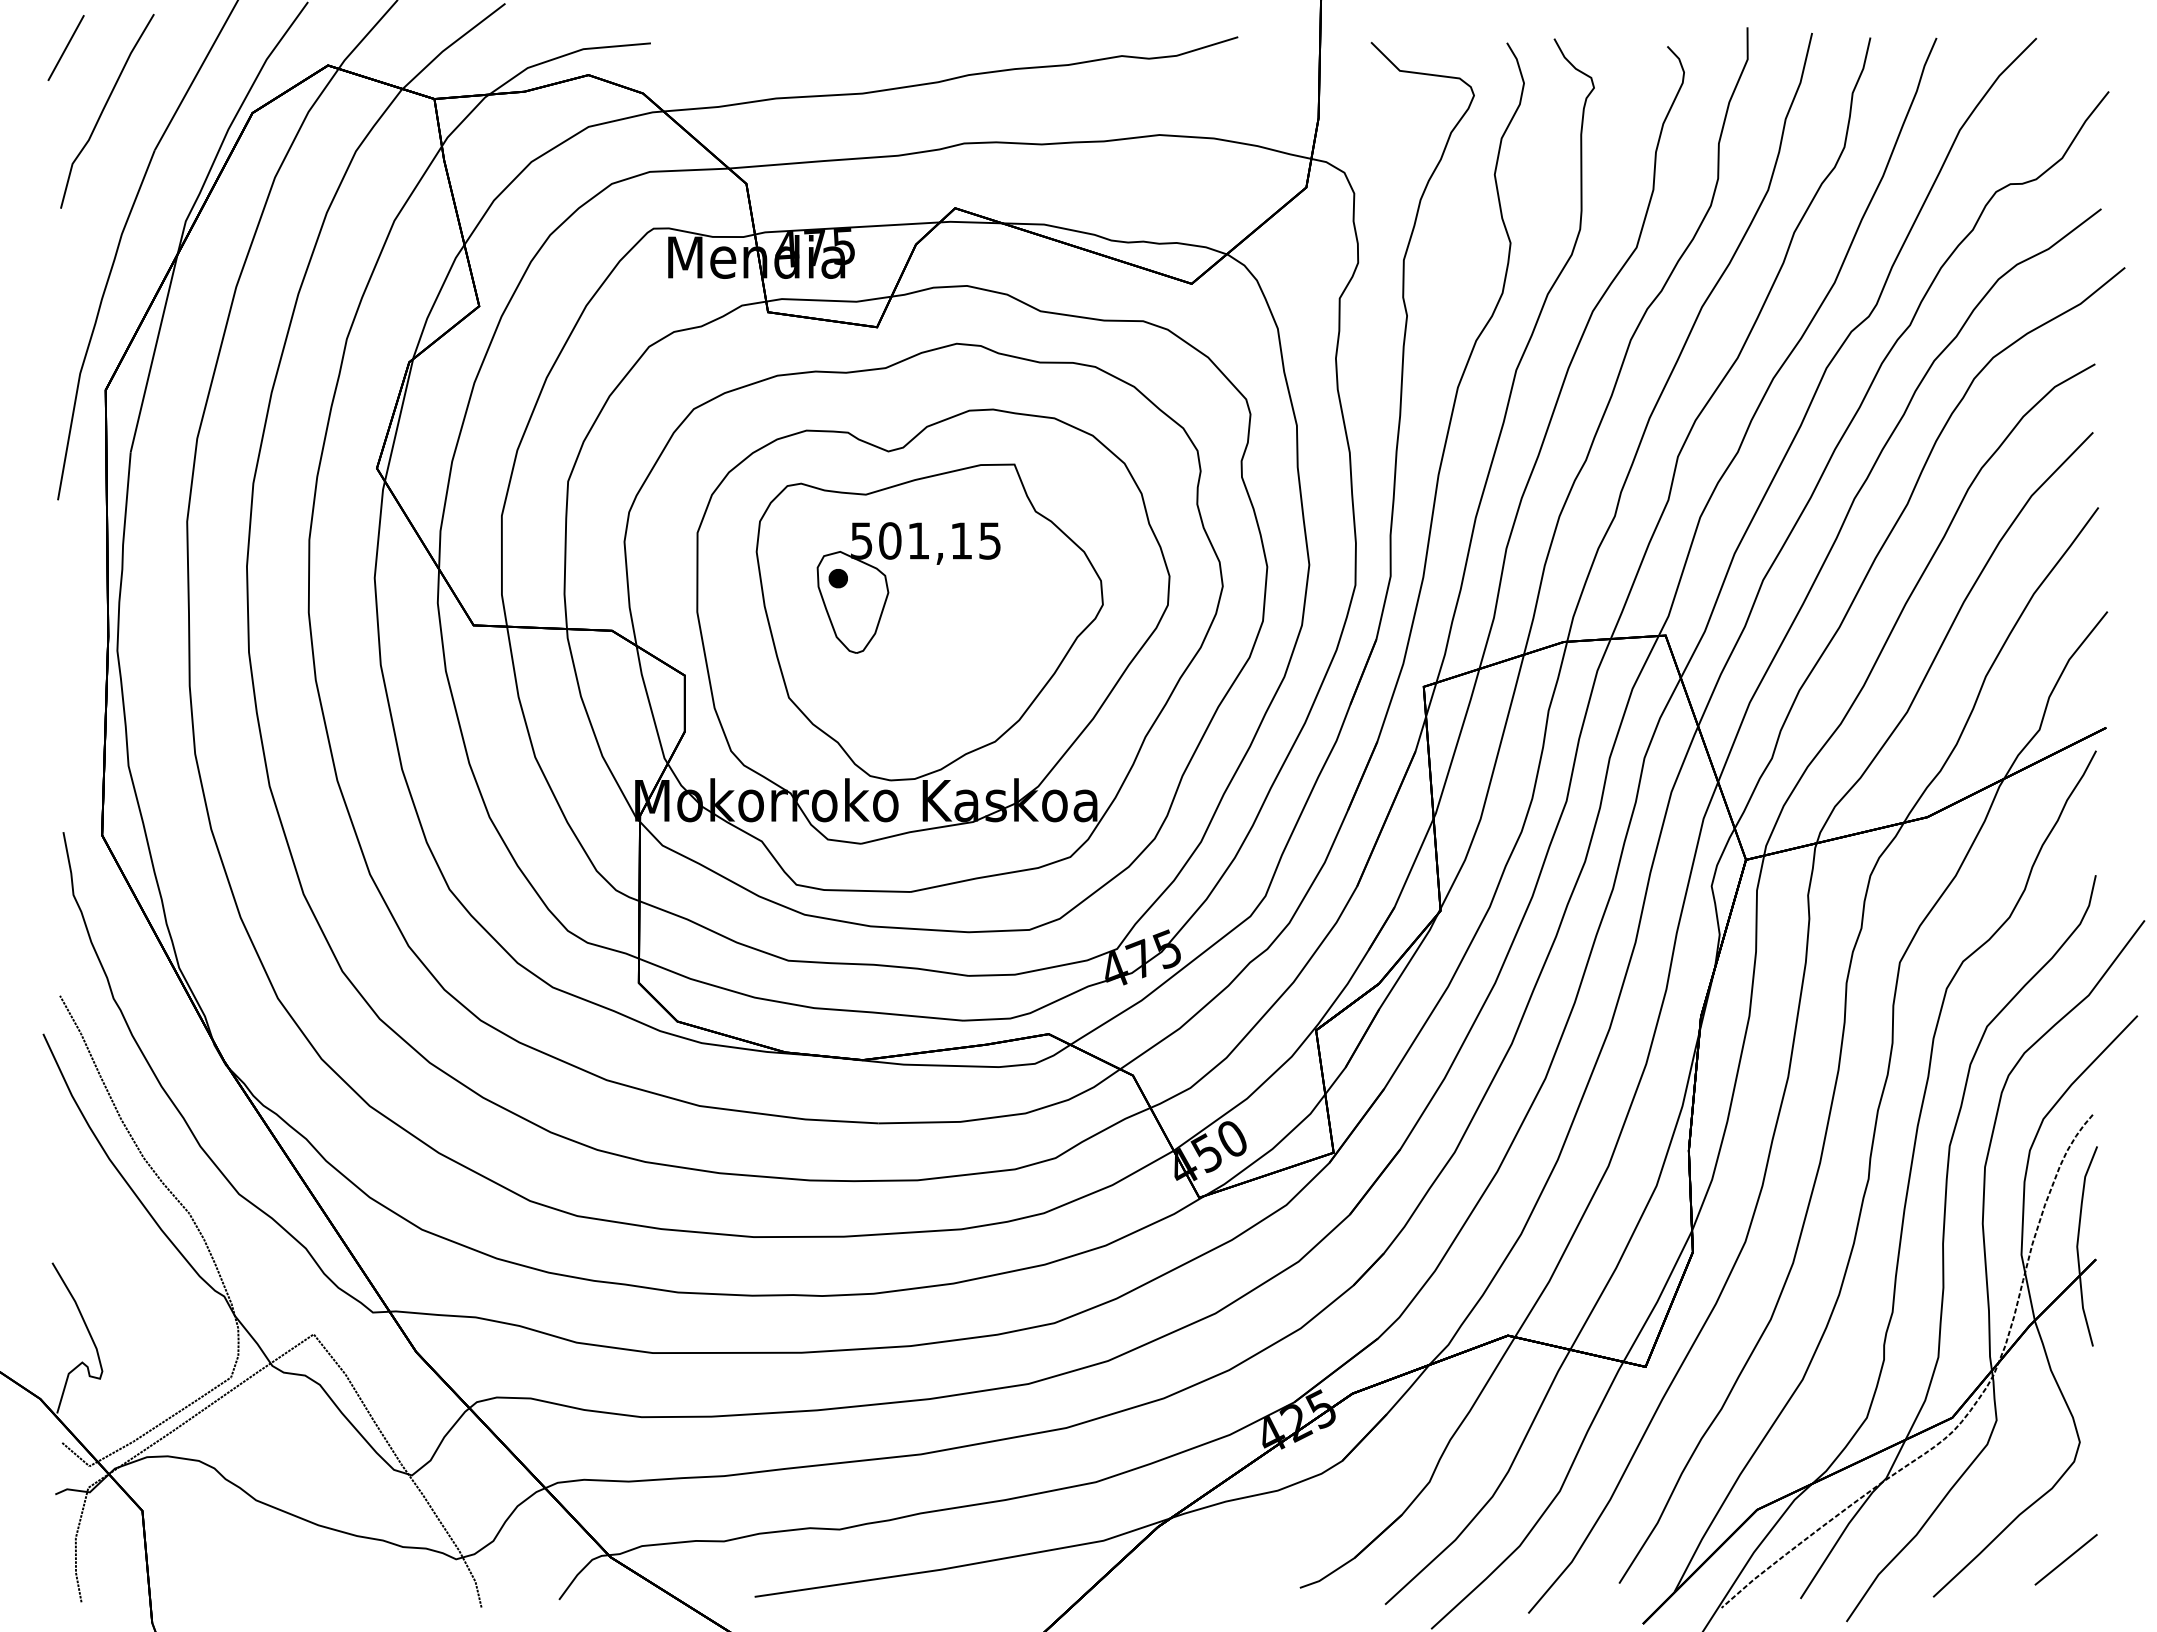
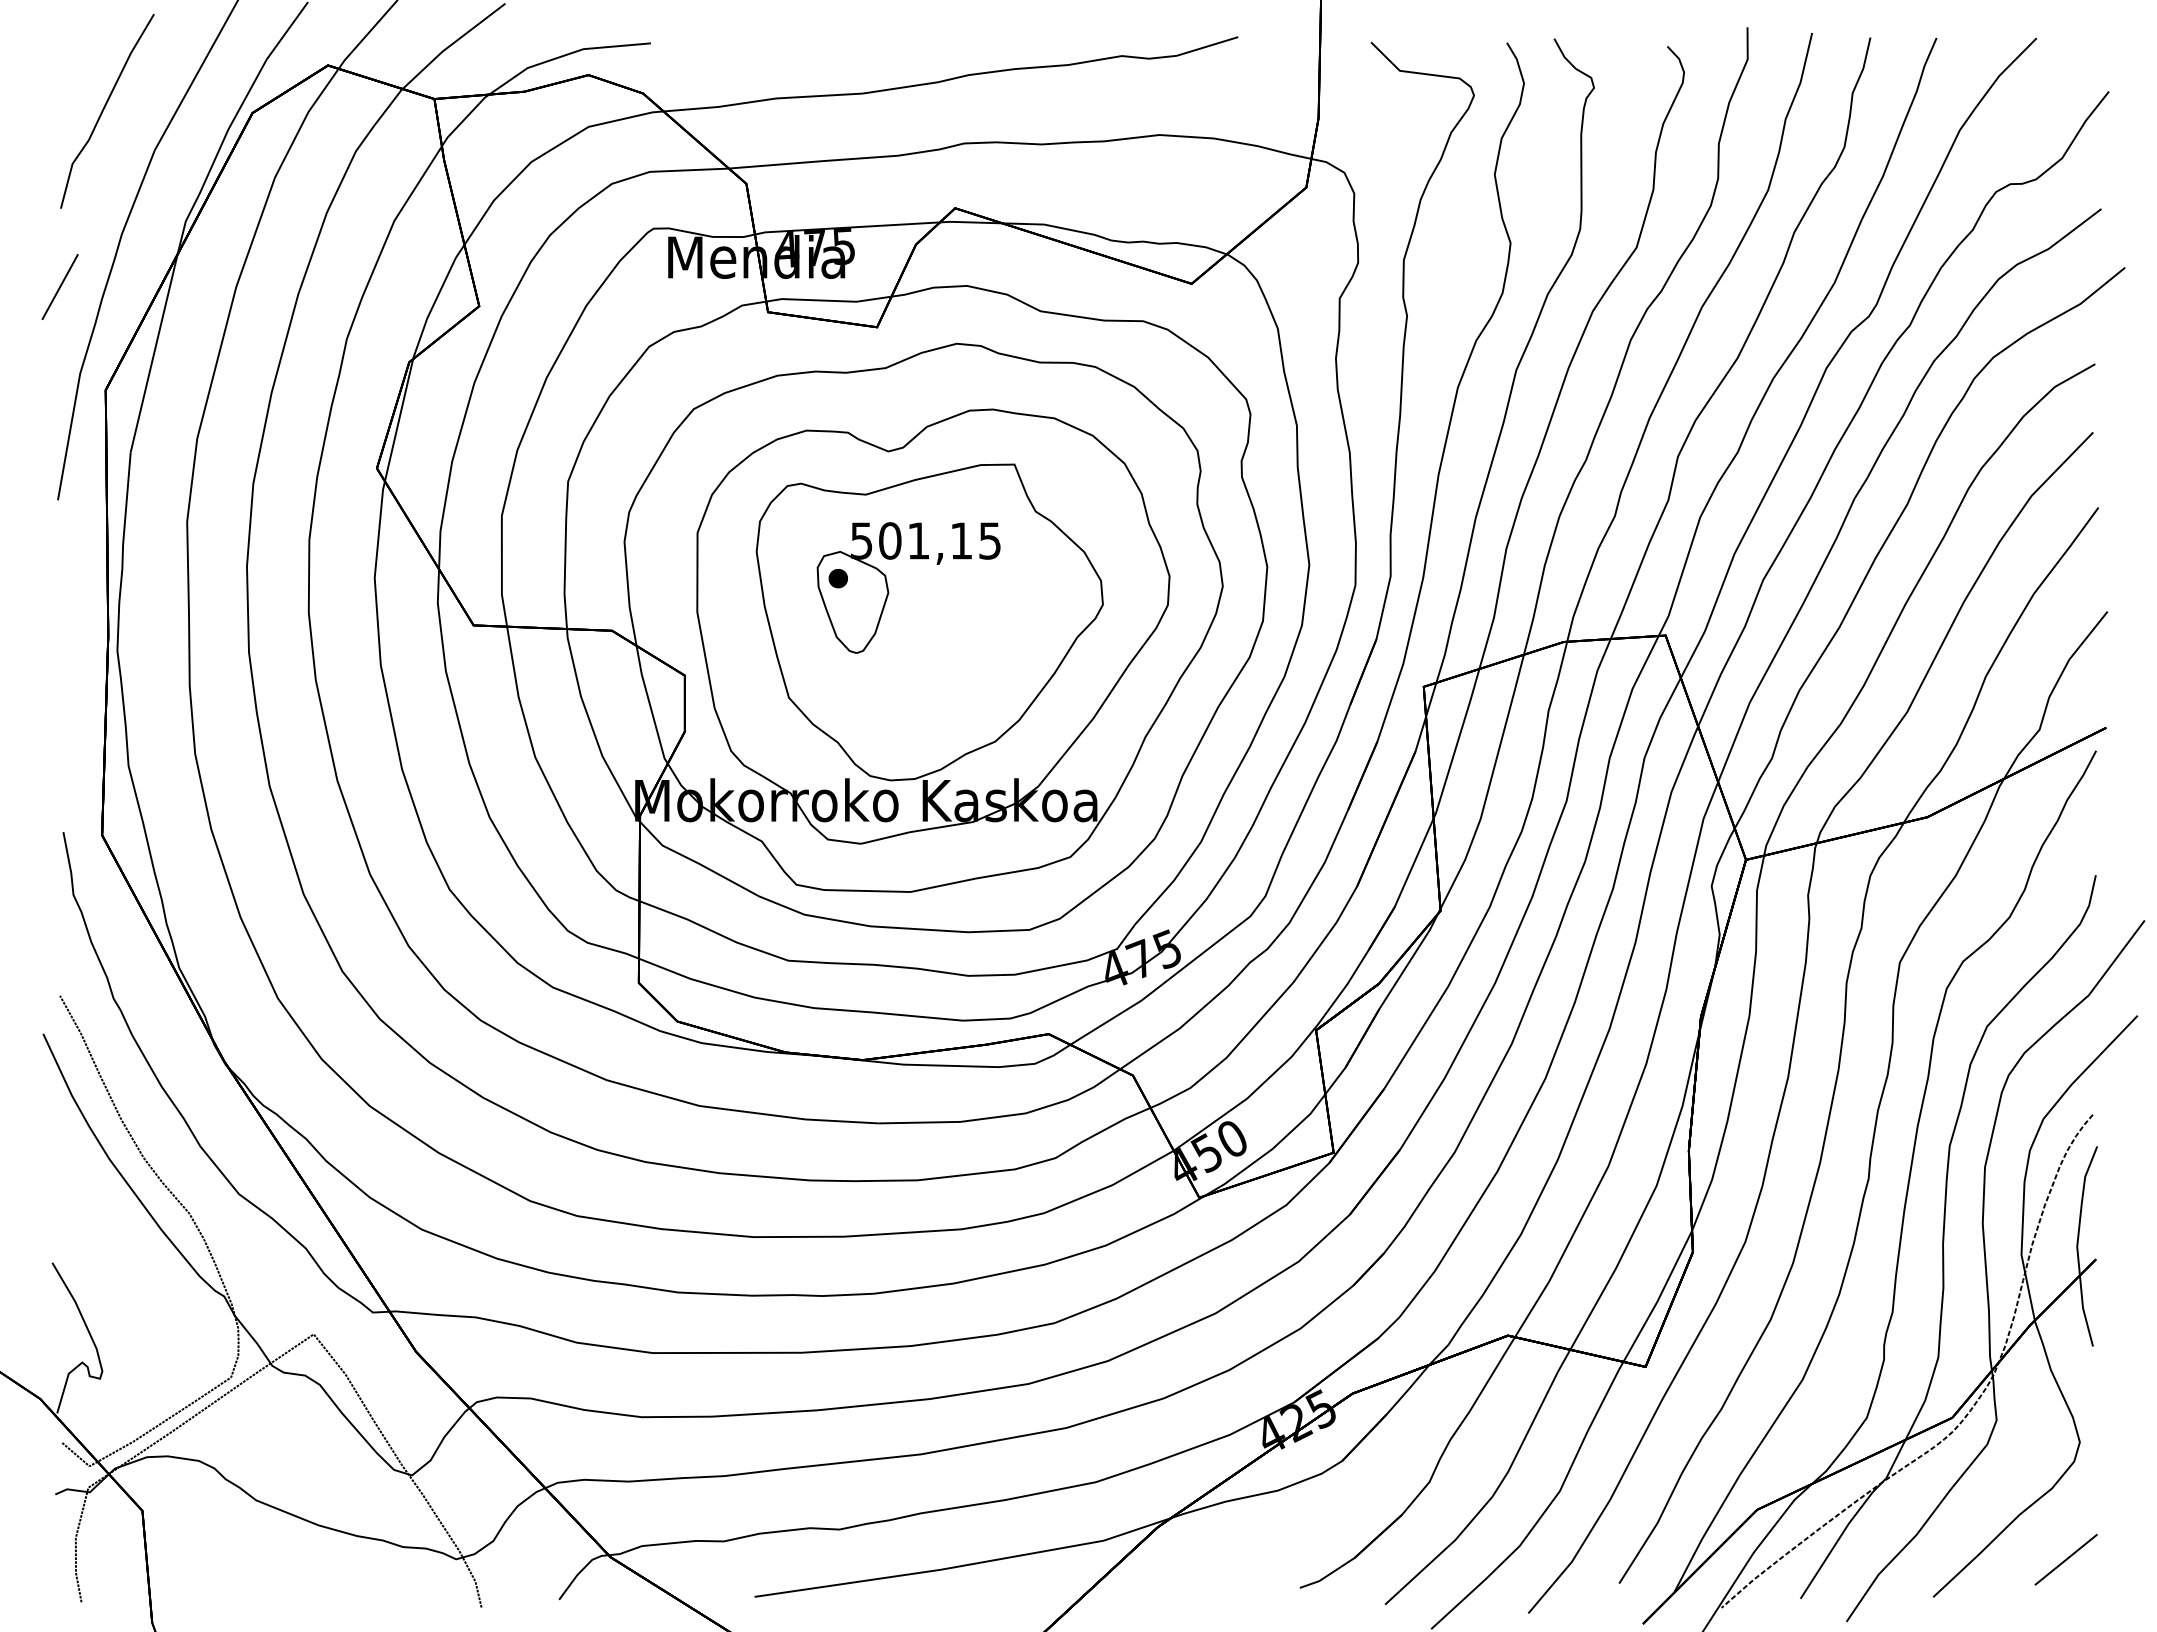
line at (65, 47) position: (65, 47) -> (59, 286)
